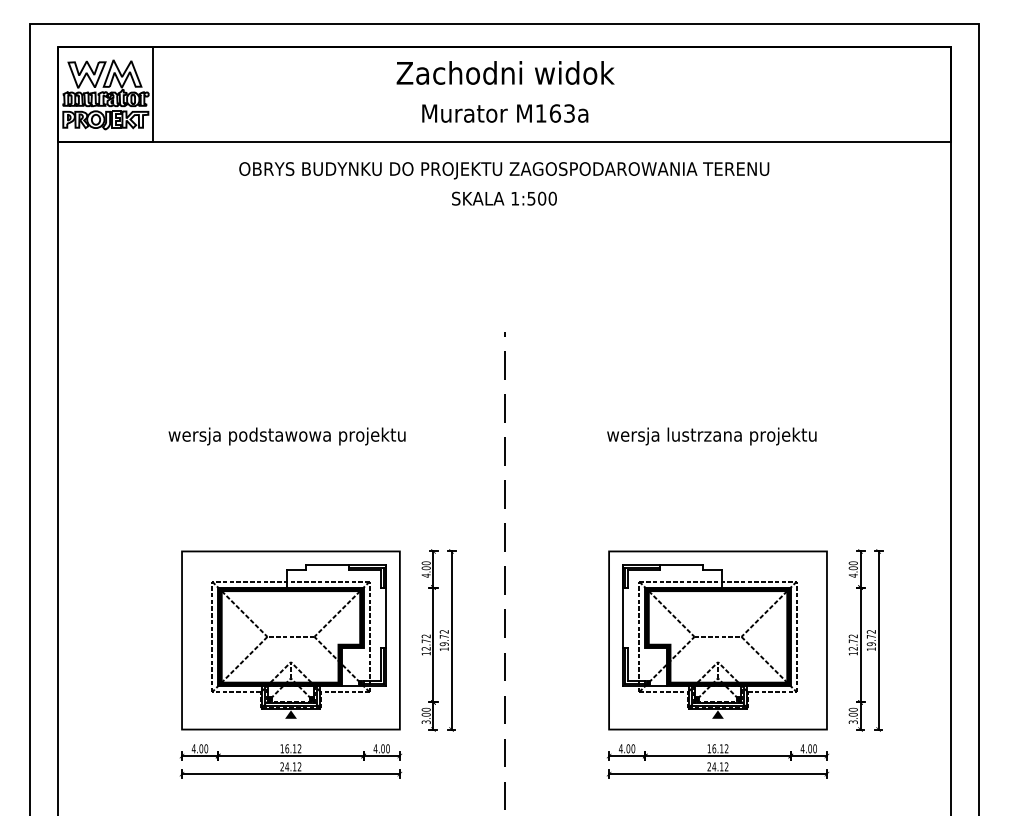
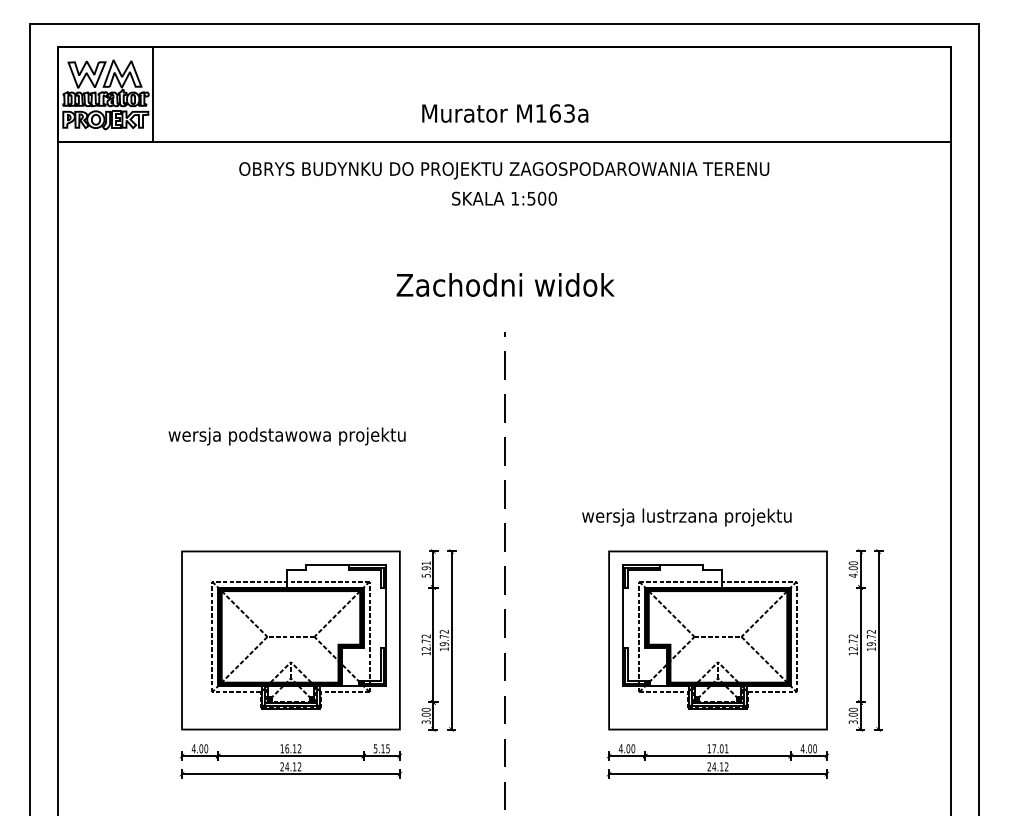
text at (505, 72) position: (505, 72) -> (505, 284)
text at (711, 436) position: (711, 436) -> (686, 517)
text at (425, 569): 4.00 -> 5.91
fill at (290, 714): present -> none
fill at (717, 714): present -> none
text at (381, 748): 4.00 -> 5.15
text at (720, 748): 16.12 -> 17.01
